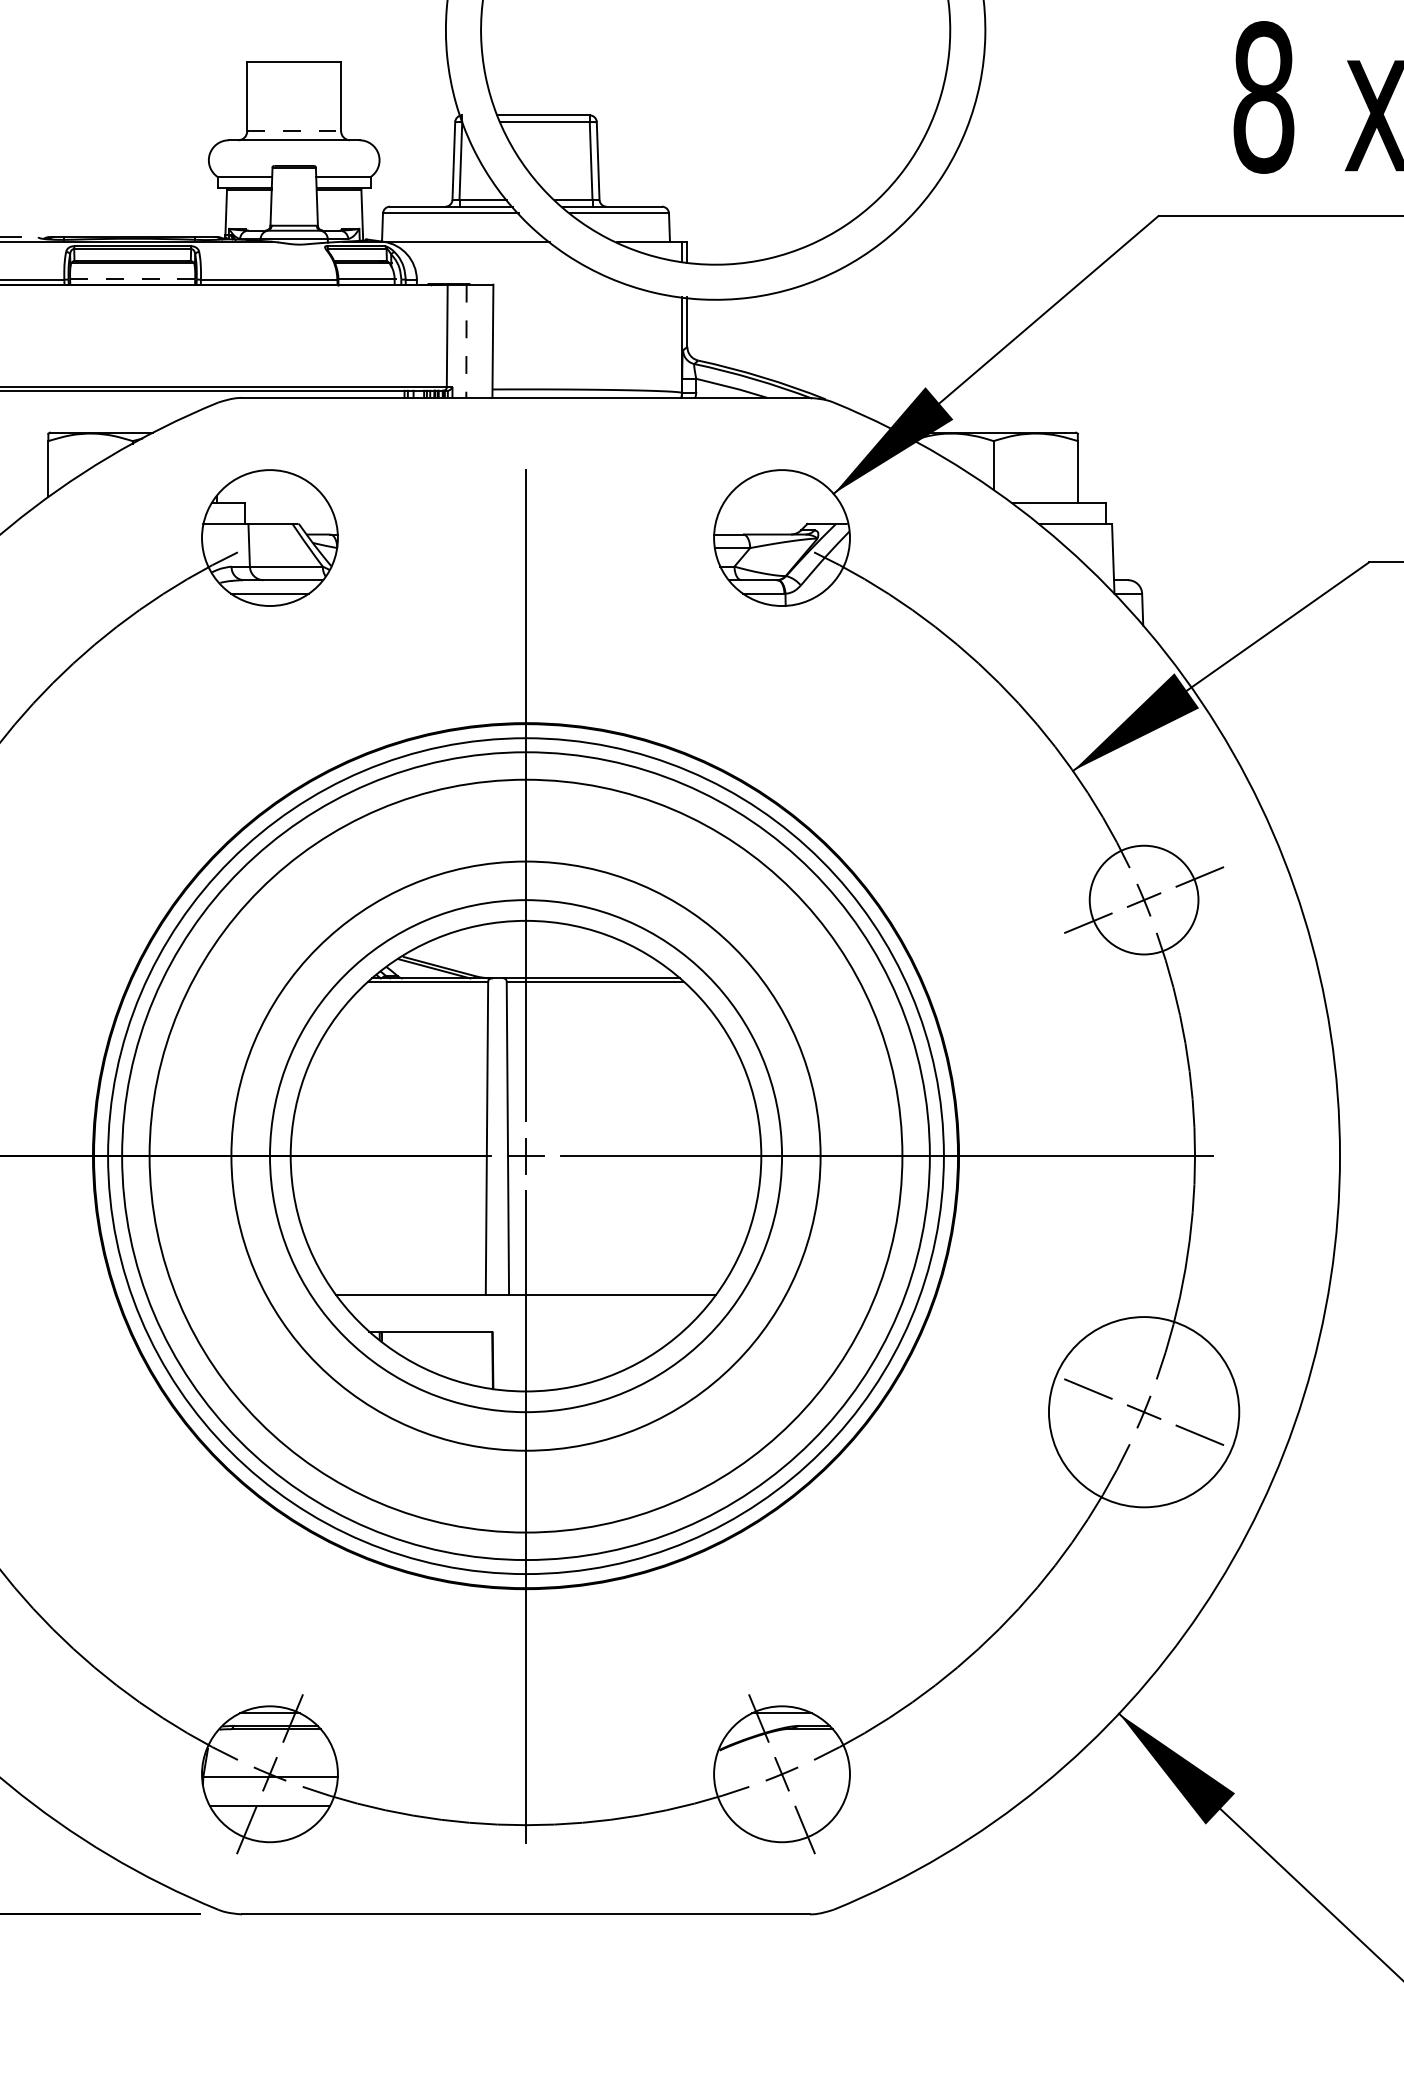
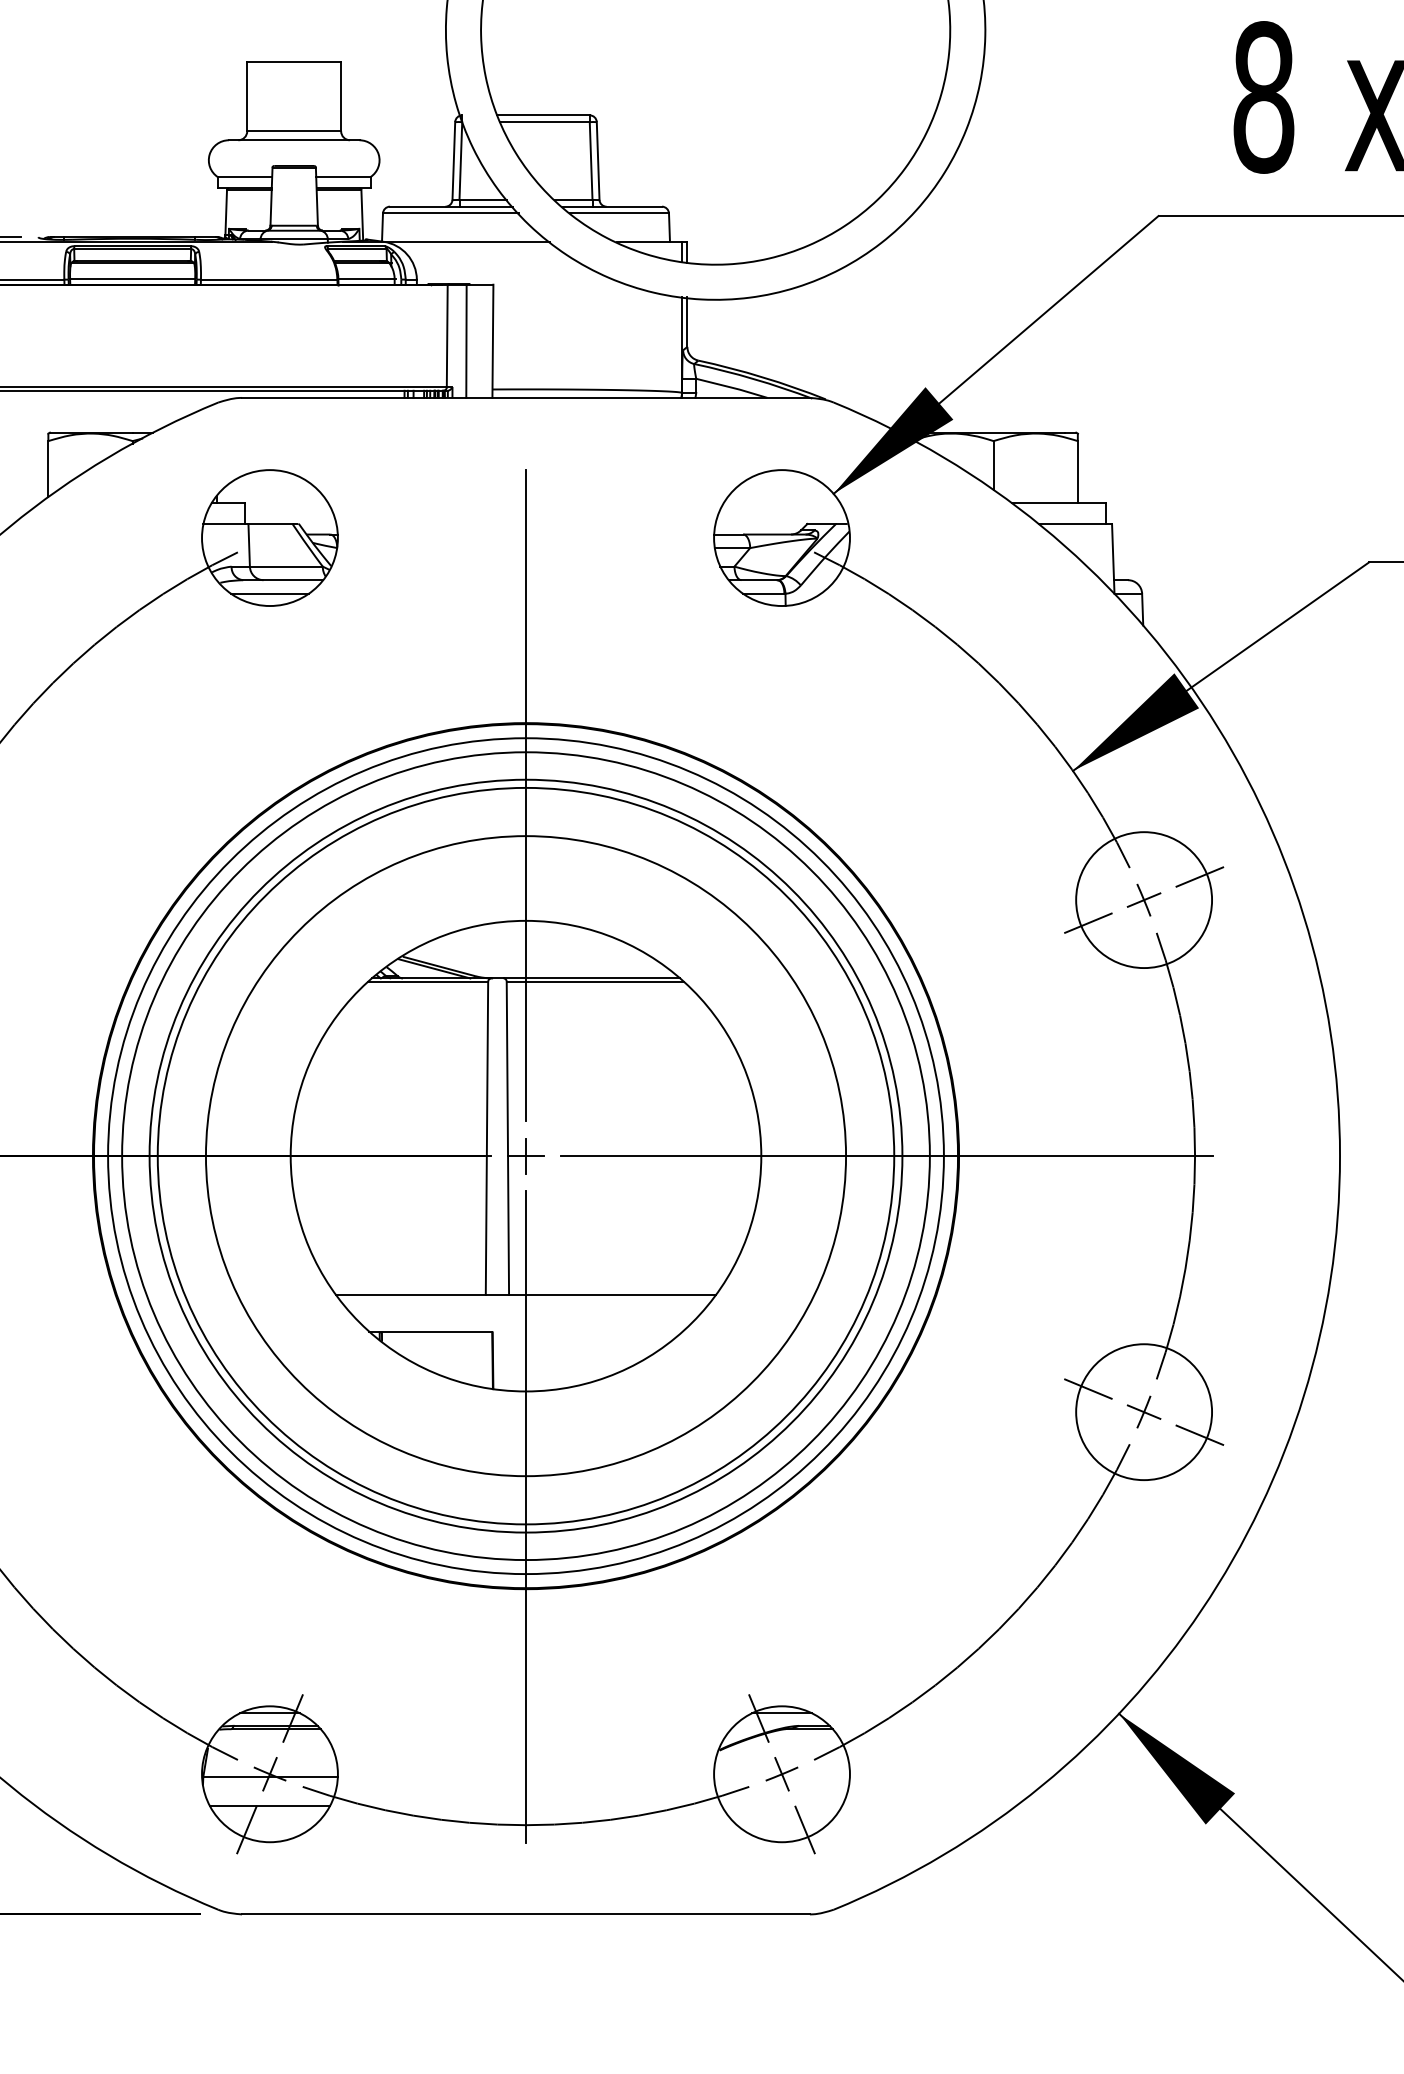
line at (294, 131): dashed -> solid
line at (132, 278): dashed -> solid
line at (466, 341): dashed -> solid
circle at (1143, 899) diameter: 109 px -> 136 px
circle at (525, 1155) diameter: 589 px -> 736 px
circle at (525, 1156) diameter: 512 px -> 640 px
circle at (1143, 1412) diameter: 190 px -> 136 px
